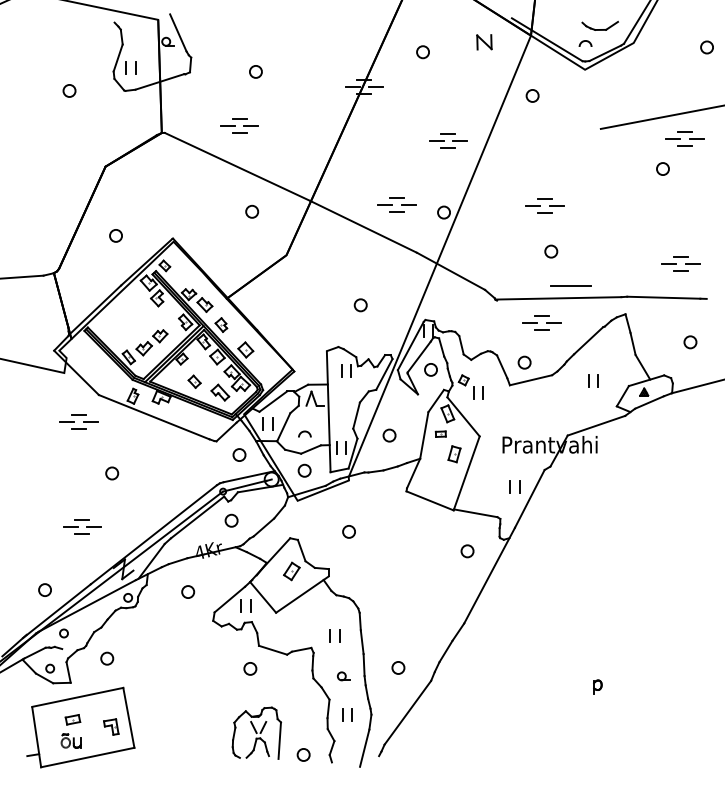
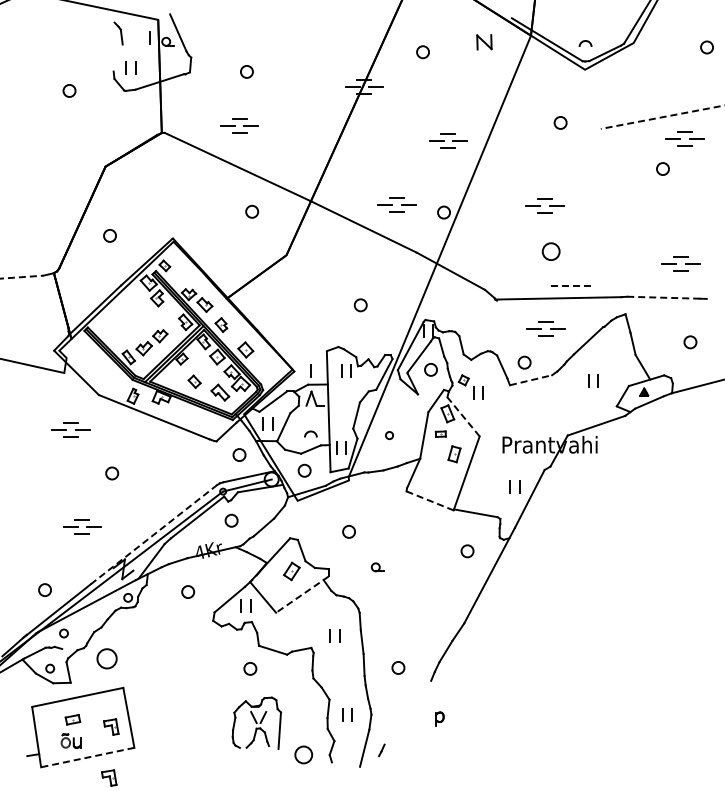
part at (599, 25): present -> none
line at (149, 37): none -> present
line at (117, 57): present -> none
circle at (255, 71) position: (255, 71) -> (246, 71)
circle at (532, 95) position: (532, 95) -> (560, 122)
line at (662, 117): solid -> dashed
circle at (115, 235) position: (115, 235) -> (109, 235)
circle at (551, 251) size: 15x15 px -> 20x19 px
line at (22, 277): solid -> dashed
line at (571, 285): solid -> dashed
line at (663, 297): solid -> dashed
part at (541, 322) position: (541, 322) -> (545, 328)
line at (310, 370): none -> present
line at (531, 380): solid -> dashed
line at (463, 416): solid -> dashed
part at (78, 421) position: (78, 421) -> (70, 429)
arc at (304, 432) position: (304, 432) -> (310, 432)
circle at (389, 435) size: 15x15 px -> 9x10 px
line at (430, 501): solid -> dashed
line at (154, 534): solid -> dashed
line at (302, 594): solid -> dashed
circle at (107, 658) size: 15x15 px -> 22x22 px
part at (343, 676) position: (343, 676) -> (377, 567)
part at (597, 686) position: (597, 686) -> (439, 718)
line at (407, 712): present -> none
part at (256, 732) position: (256, 732) -> (256, 722)
circle at (303, 754) size: 15x14 px -> 20x20 px
line at (87, 757): solid -> dashed
part at (109, 777): none -> present
